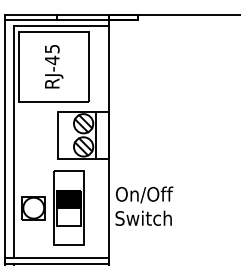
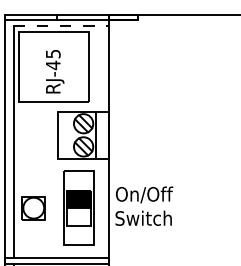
line at (61, 26): solid -> dashed
text at (54, 66) position: (54, 66) -> (55, 71)
part at (68, 207) position: (68, 207) -> (78, 207)
